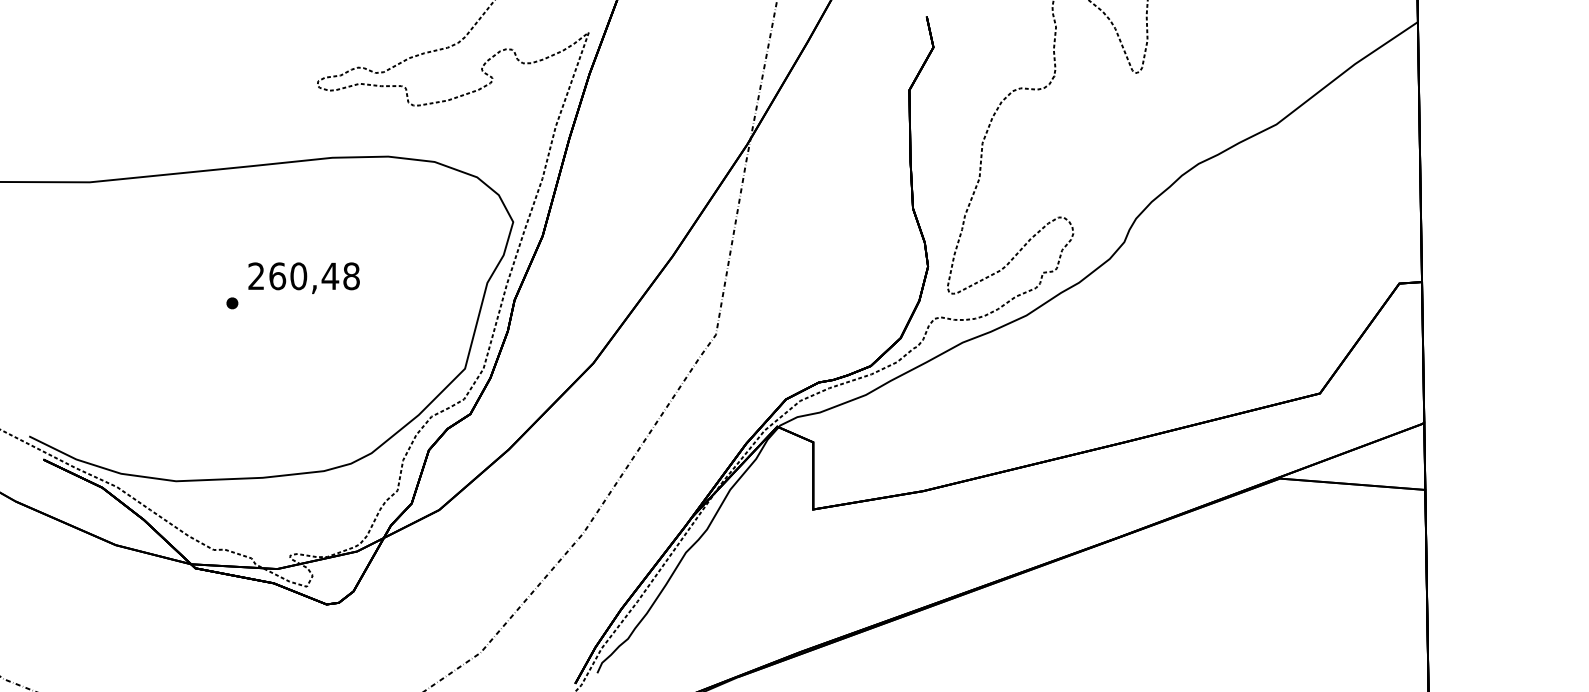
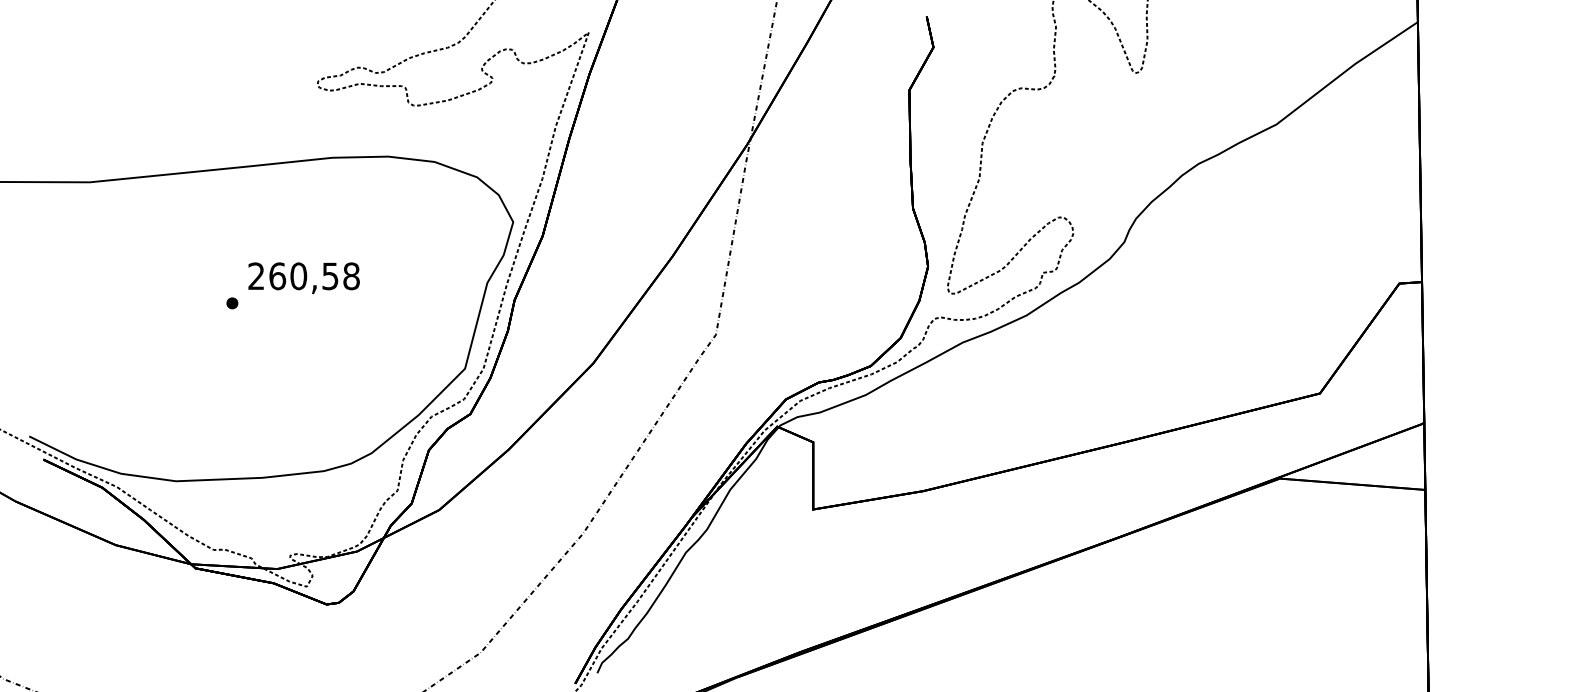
text at (330, 276): 260,48 -> 260,58
